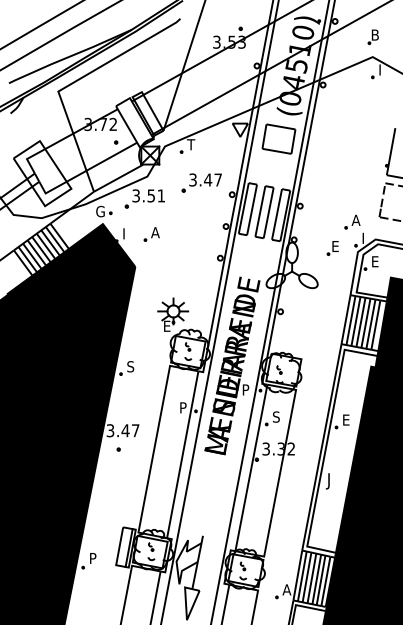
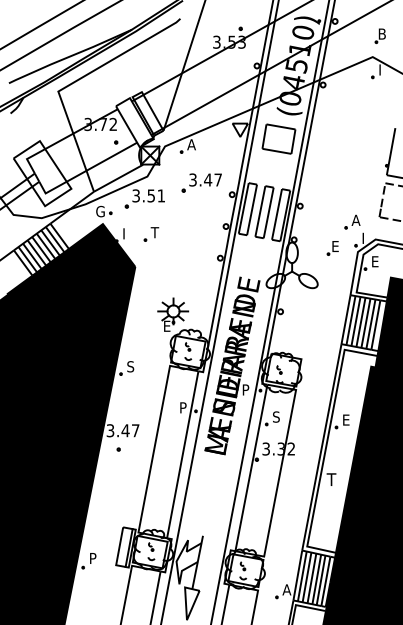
part at (372, 36) position: (372, 36) -> (379, 35)
text at (191, 144): T -> A
text at (154, 232): A -> T
text at (330, 481): J -> T
